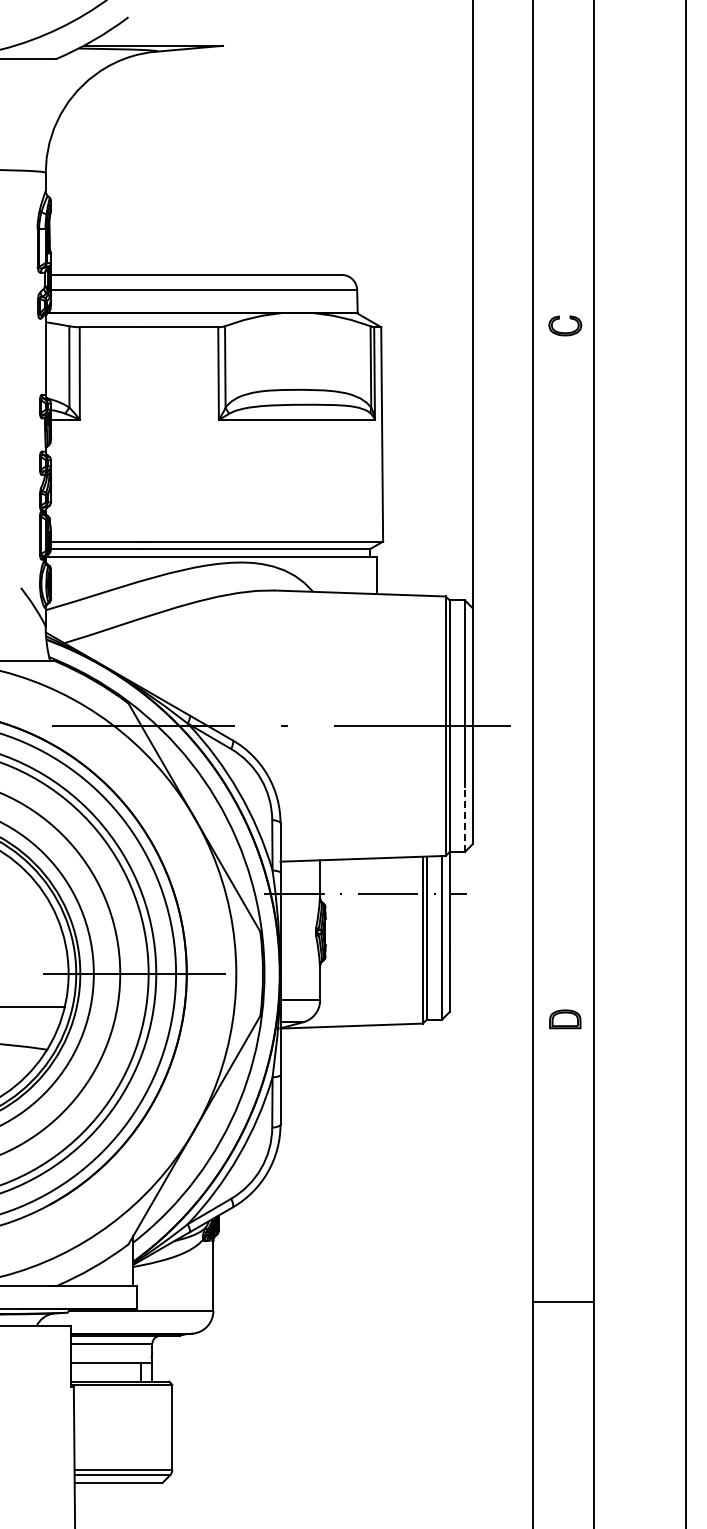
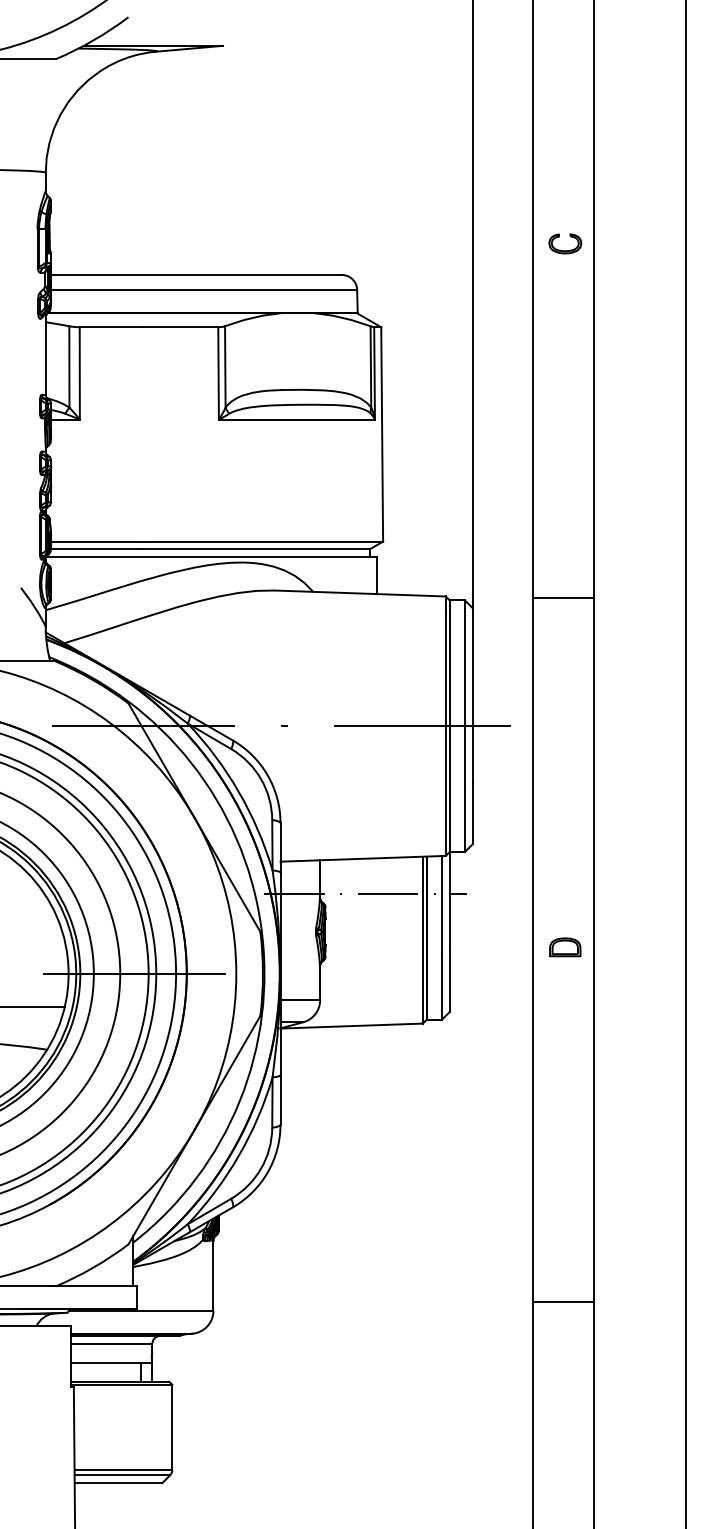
part at (565, 332) position: (565, 332) -> (565, 250)
line at (563, 598): none -> present
line at (464, 819): dashed -> solid
part at (565, 1019) position: (565, 1019) -> (565, 947)
